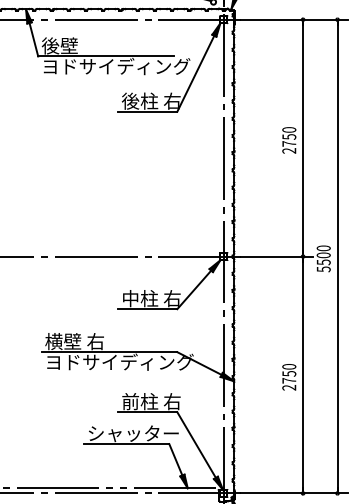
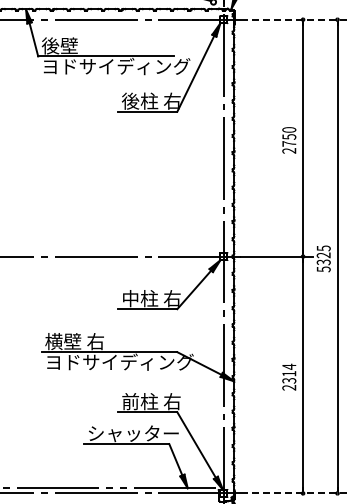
line at (294, 19): solid -> dashed
text at (323, 254): 5500 -> 5325
text at (289, 373): 2750 -> 2314
line at (294, 493): solid -> dashed
